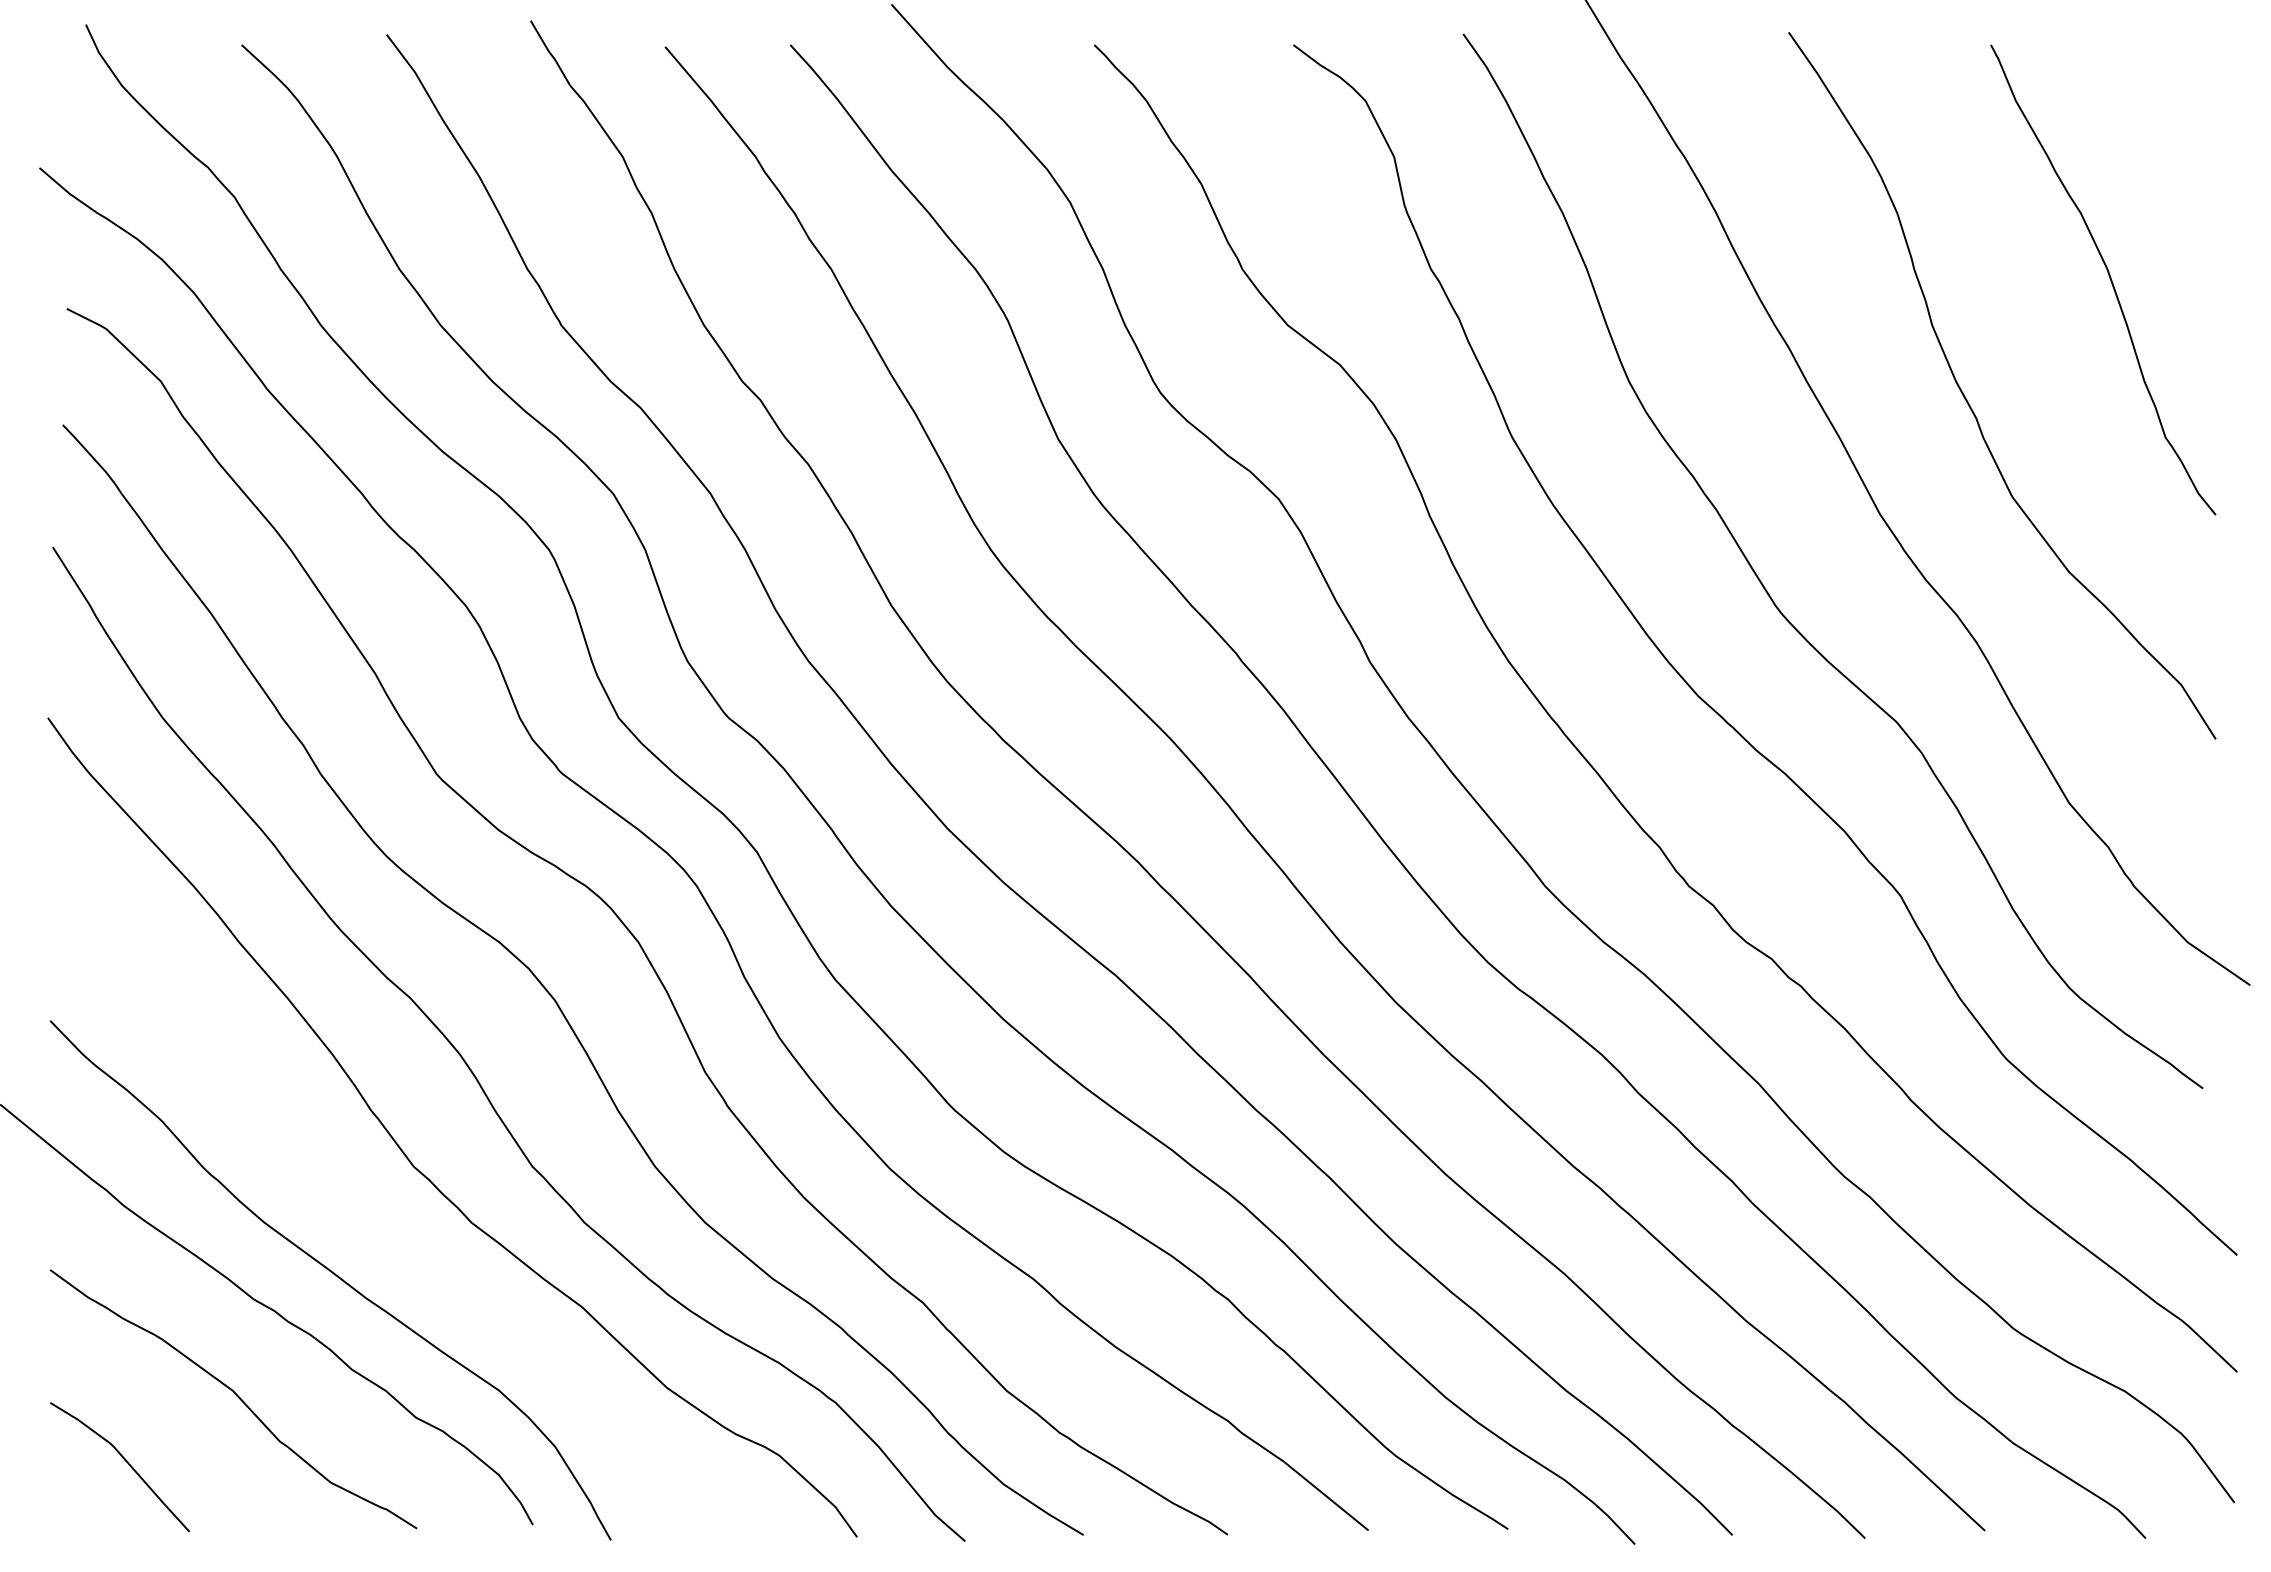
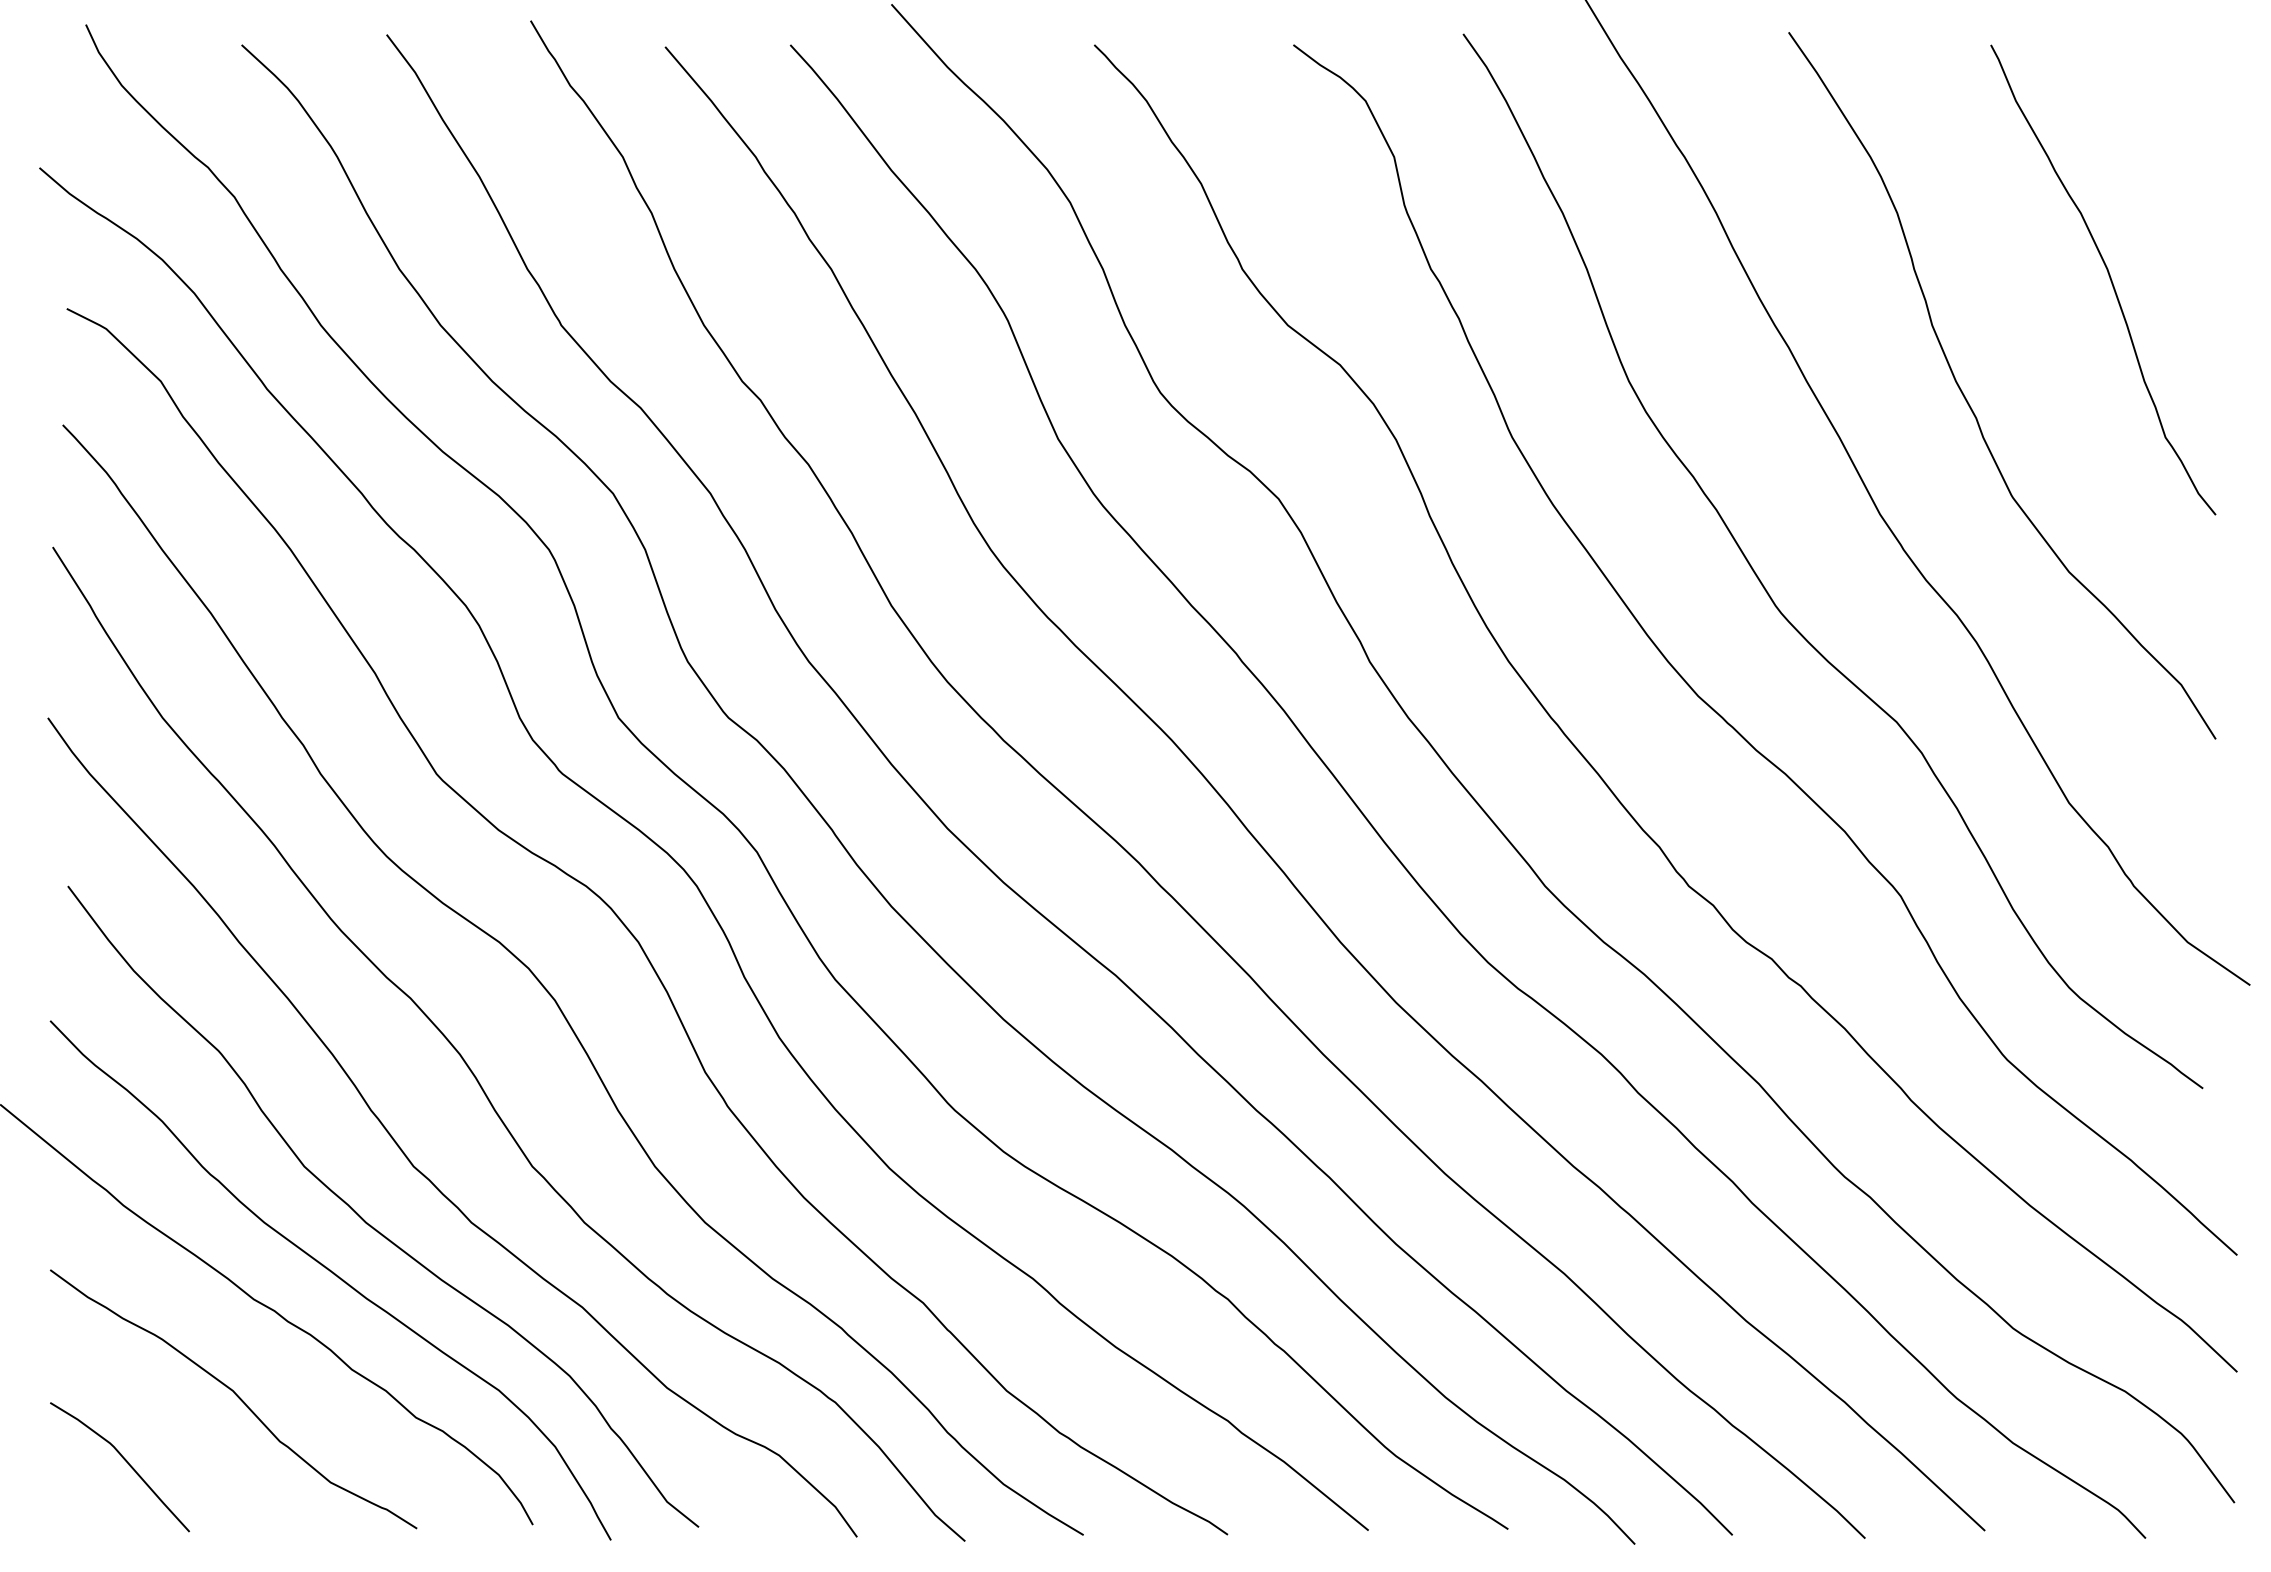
curve at (370, 1224): none -> present
